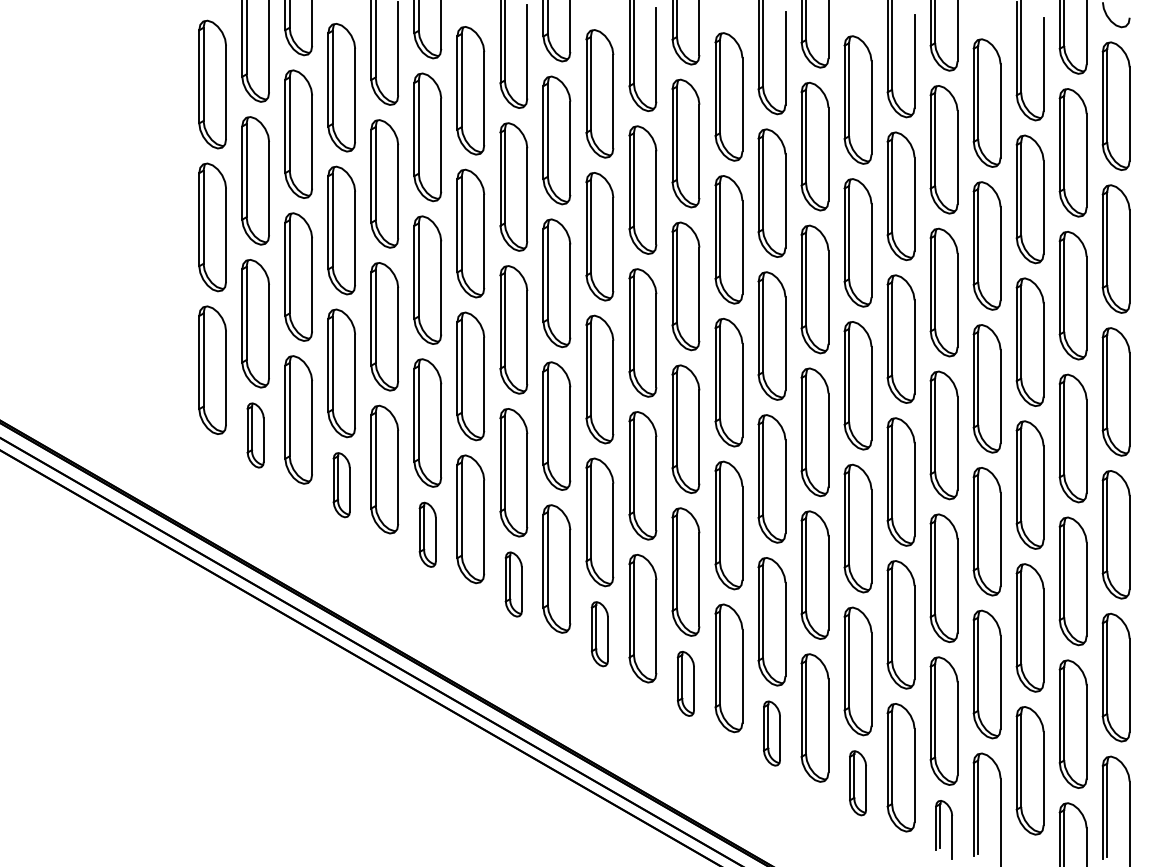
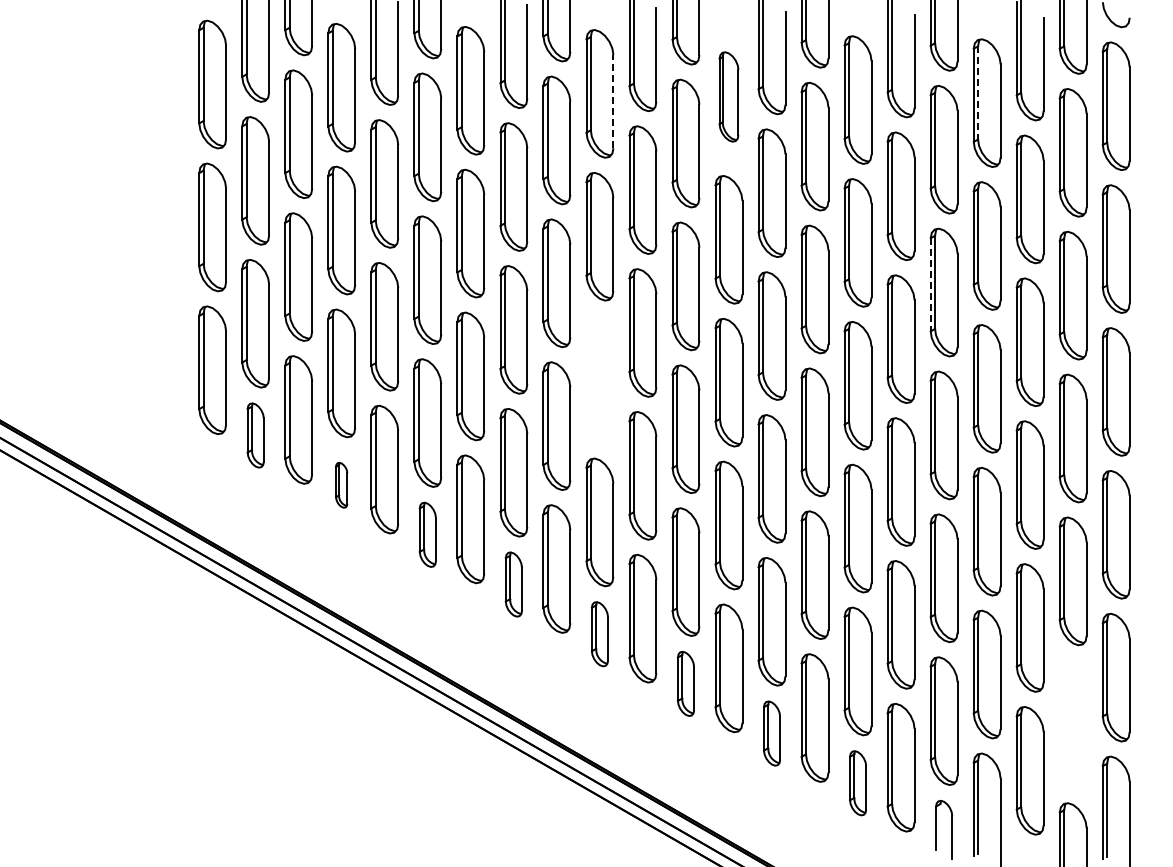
line at (978, 92): solid -> dashed
part at (728, 96) size: 30x130 px -> 22x92 px
line at (613, 101): solid -> dashed
line at (930, 284): solid -> dashed
part at (599, 379): present -> none
part at (341, 485) size: 19x67 px -> 14x48 px
part at (1072, 723): present -> none
line at (940, 825): present -> none
